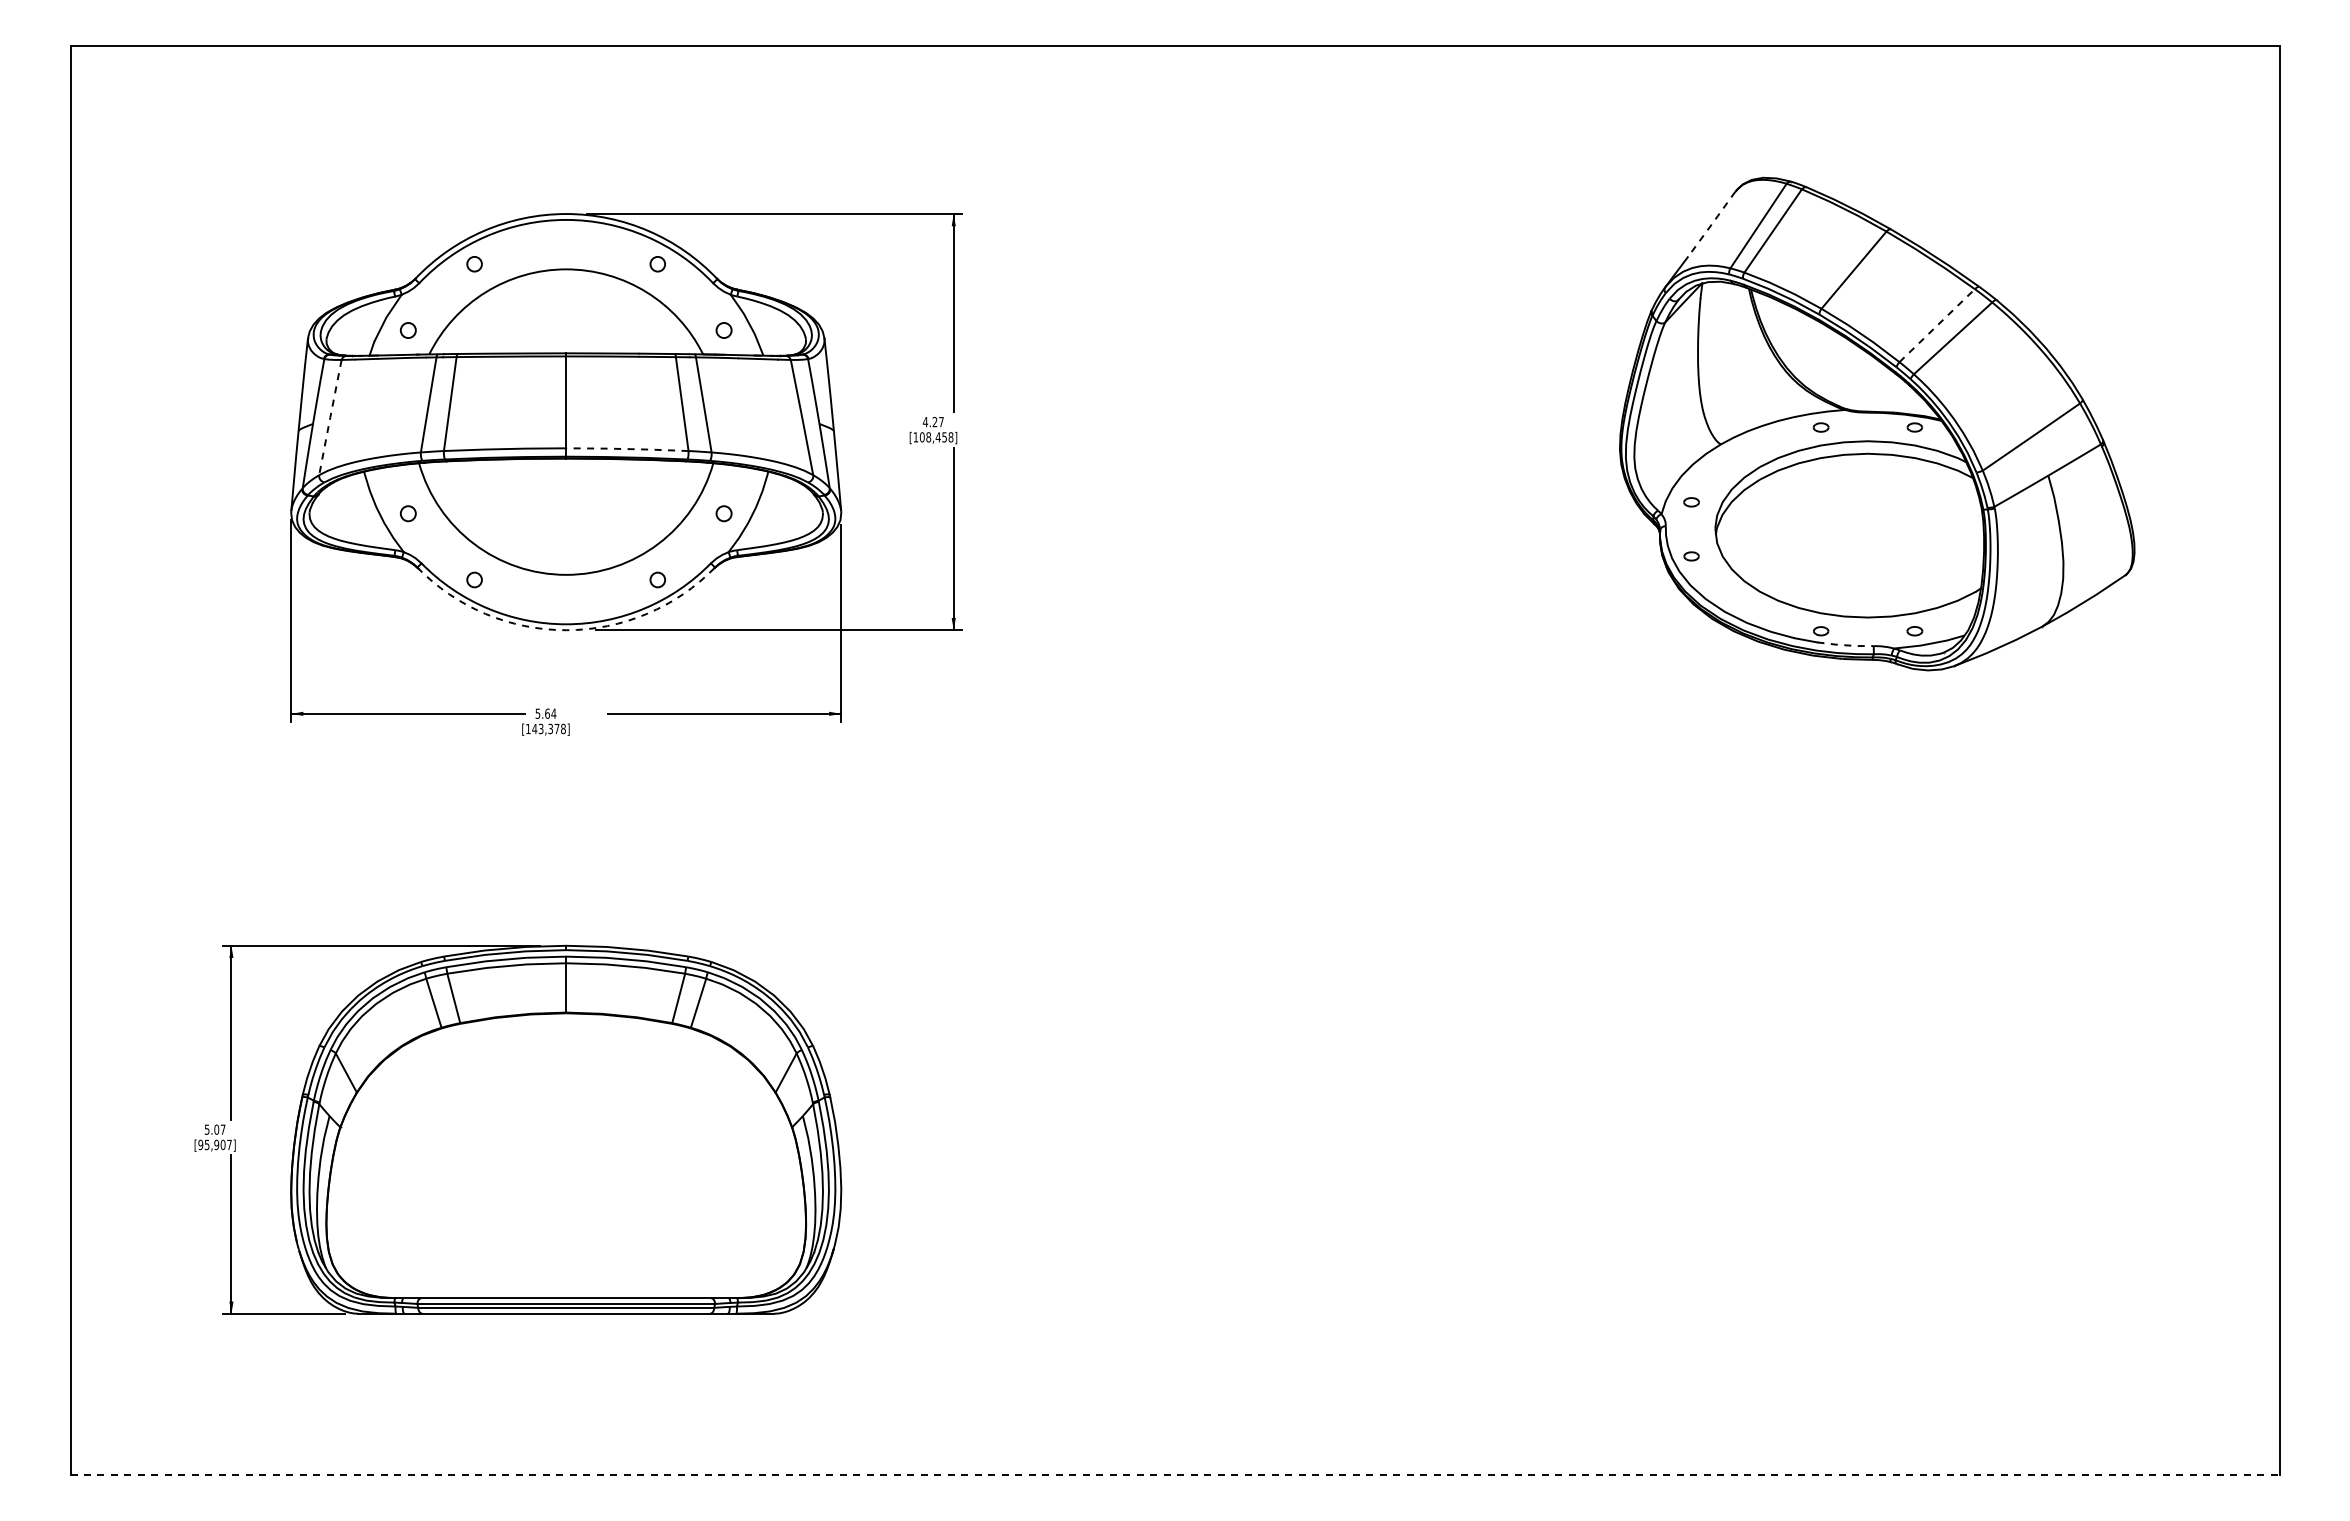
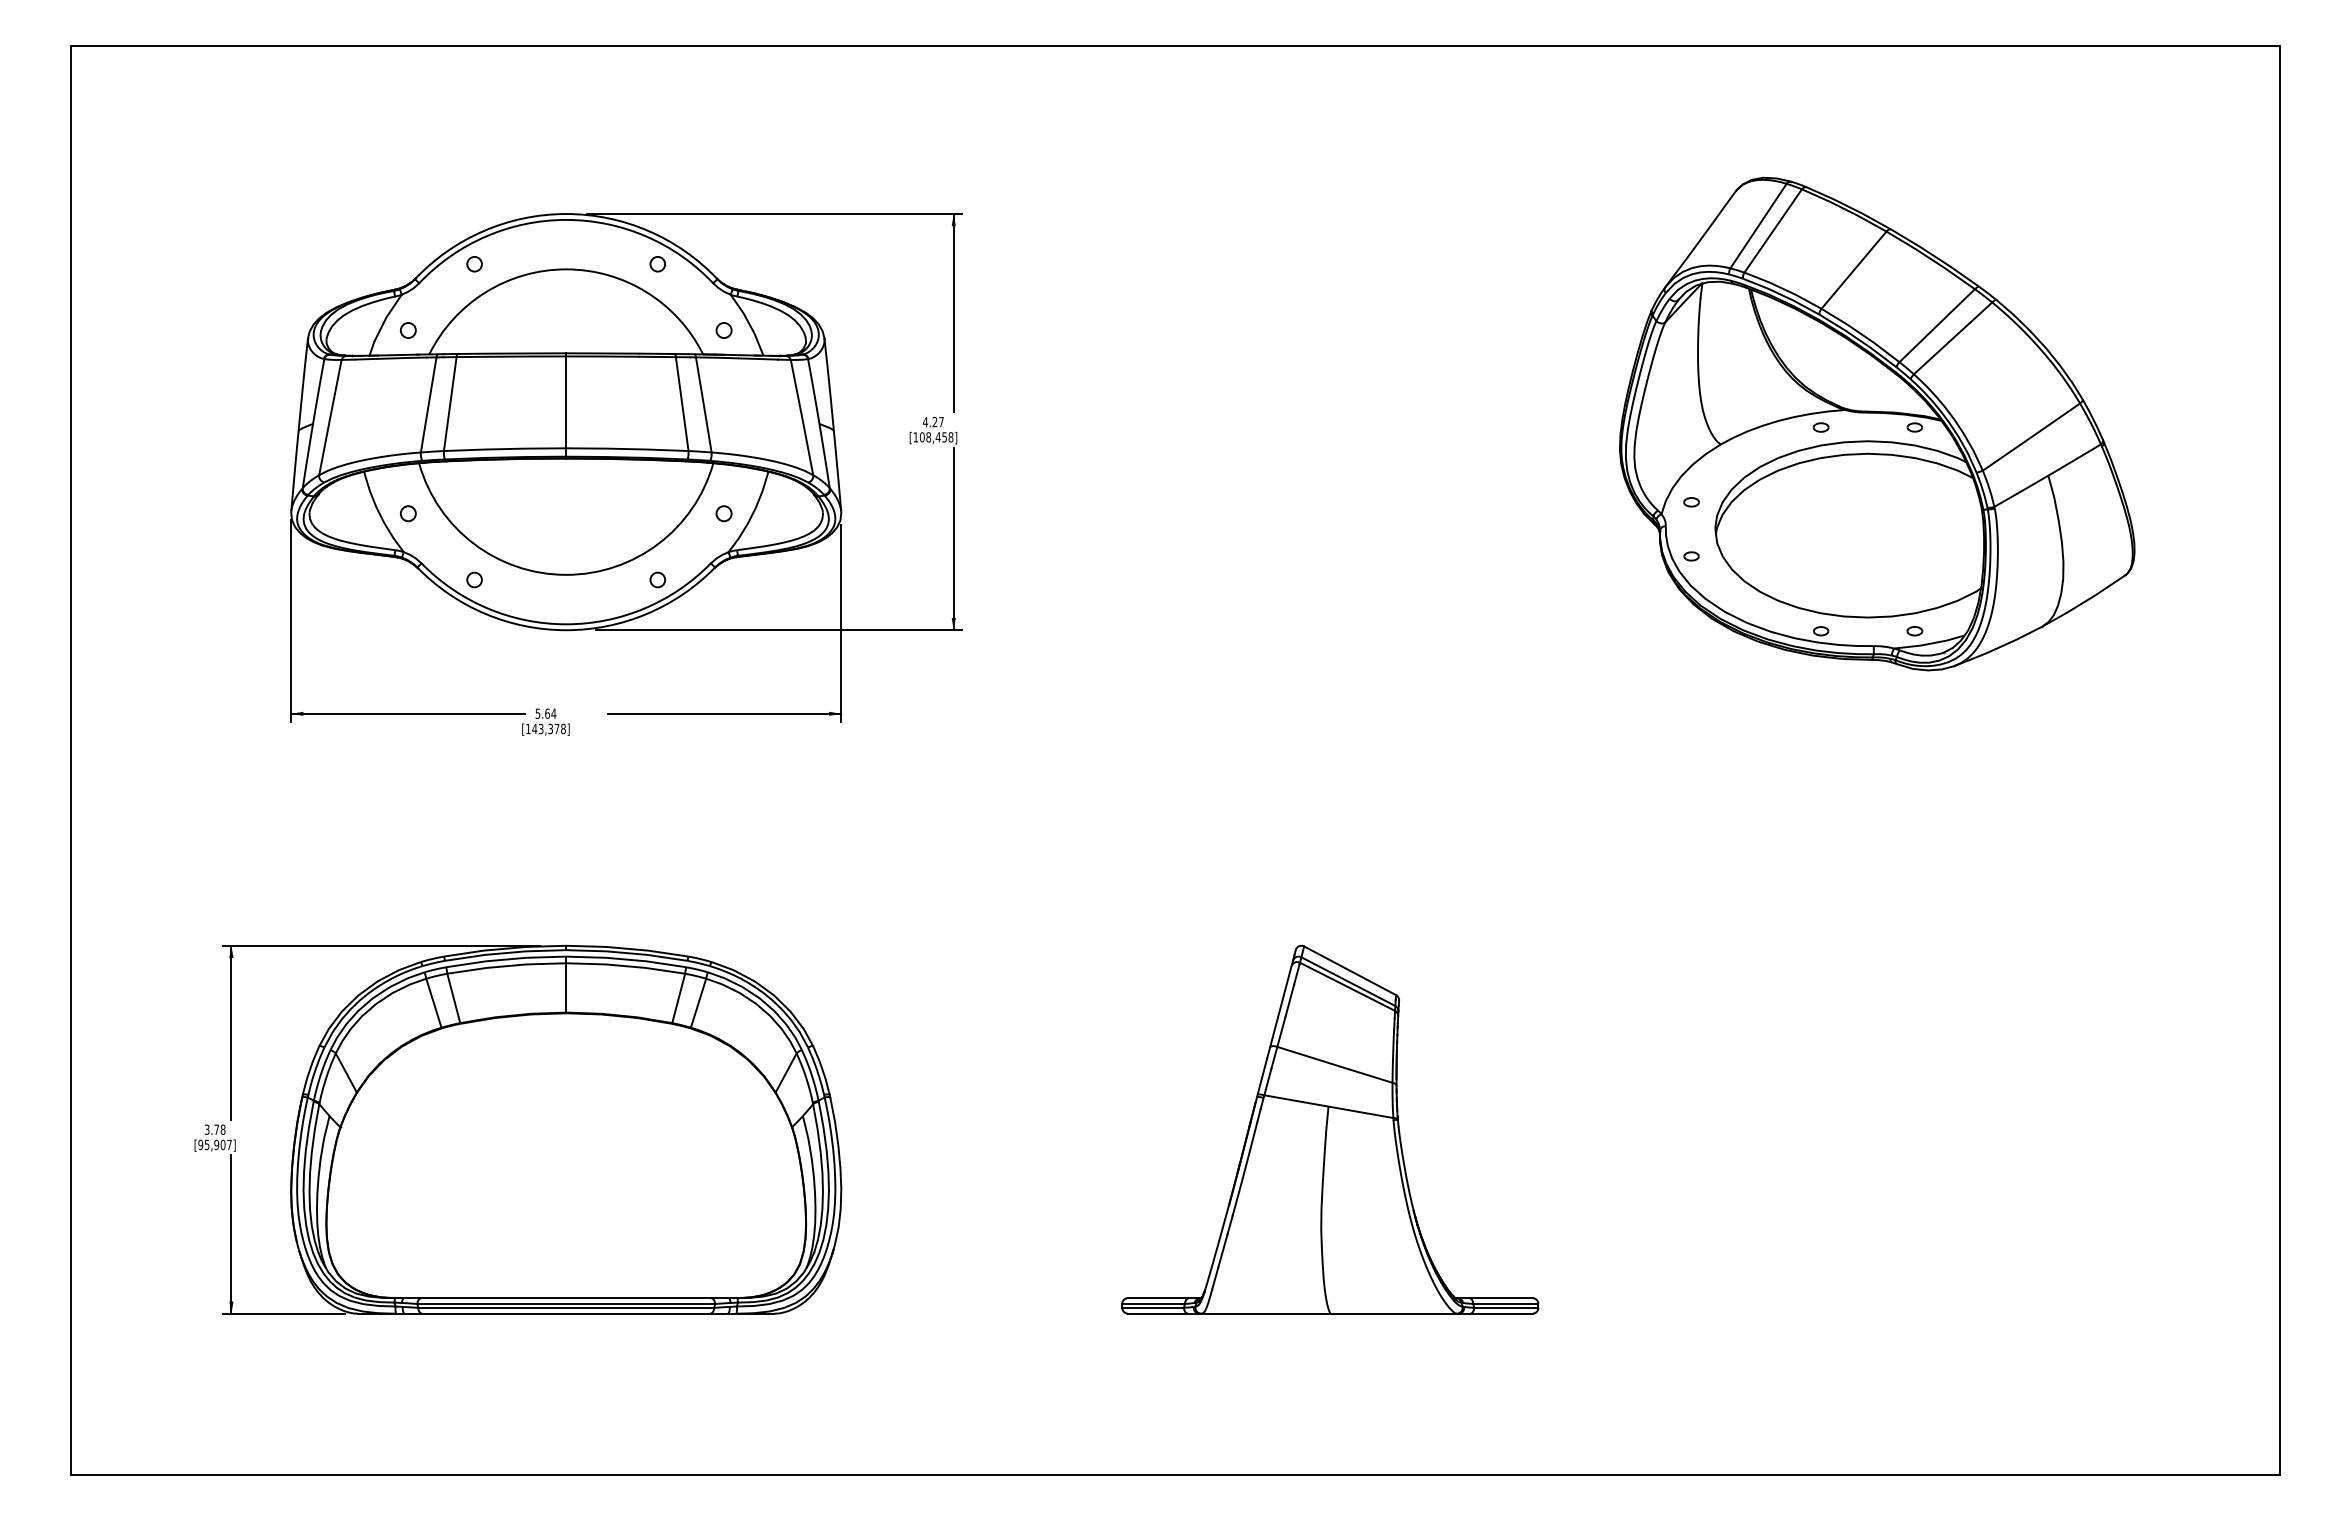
line at (1711, 224): dashed -> solid
line at (1937, 325): dashed -> solid
line at (330, 417): dashed -> solid
line at (627, 449): dashed -> solid
arc at (566, 630): dashed -> solid
line at (1845, 645): dashed -> solid
text at (215, 1129): 5.07 -> 3.78
part at (1330, 1129): none -> present
line at (1175, 1475): dashed -> solid
